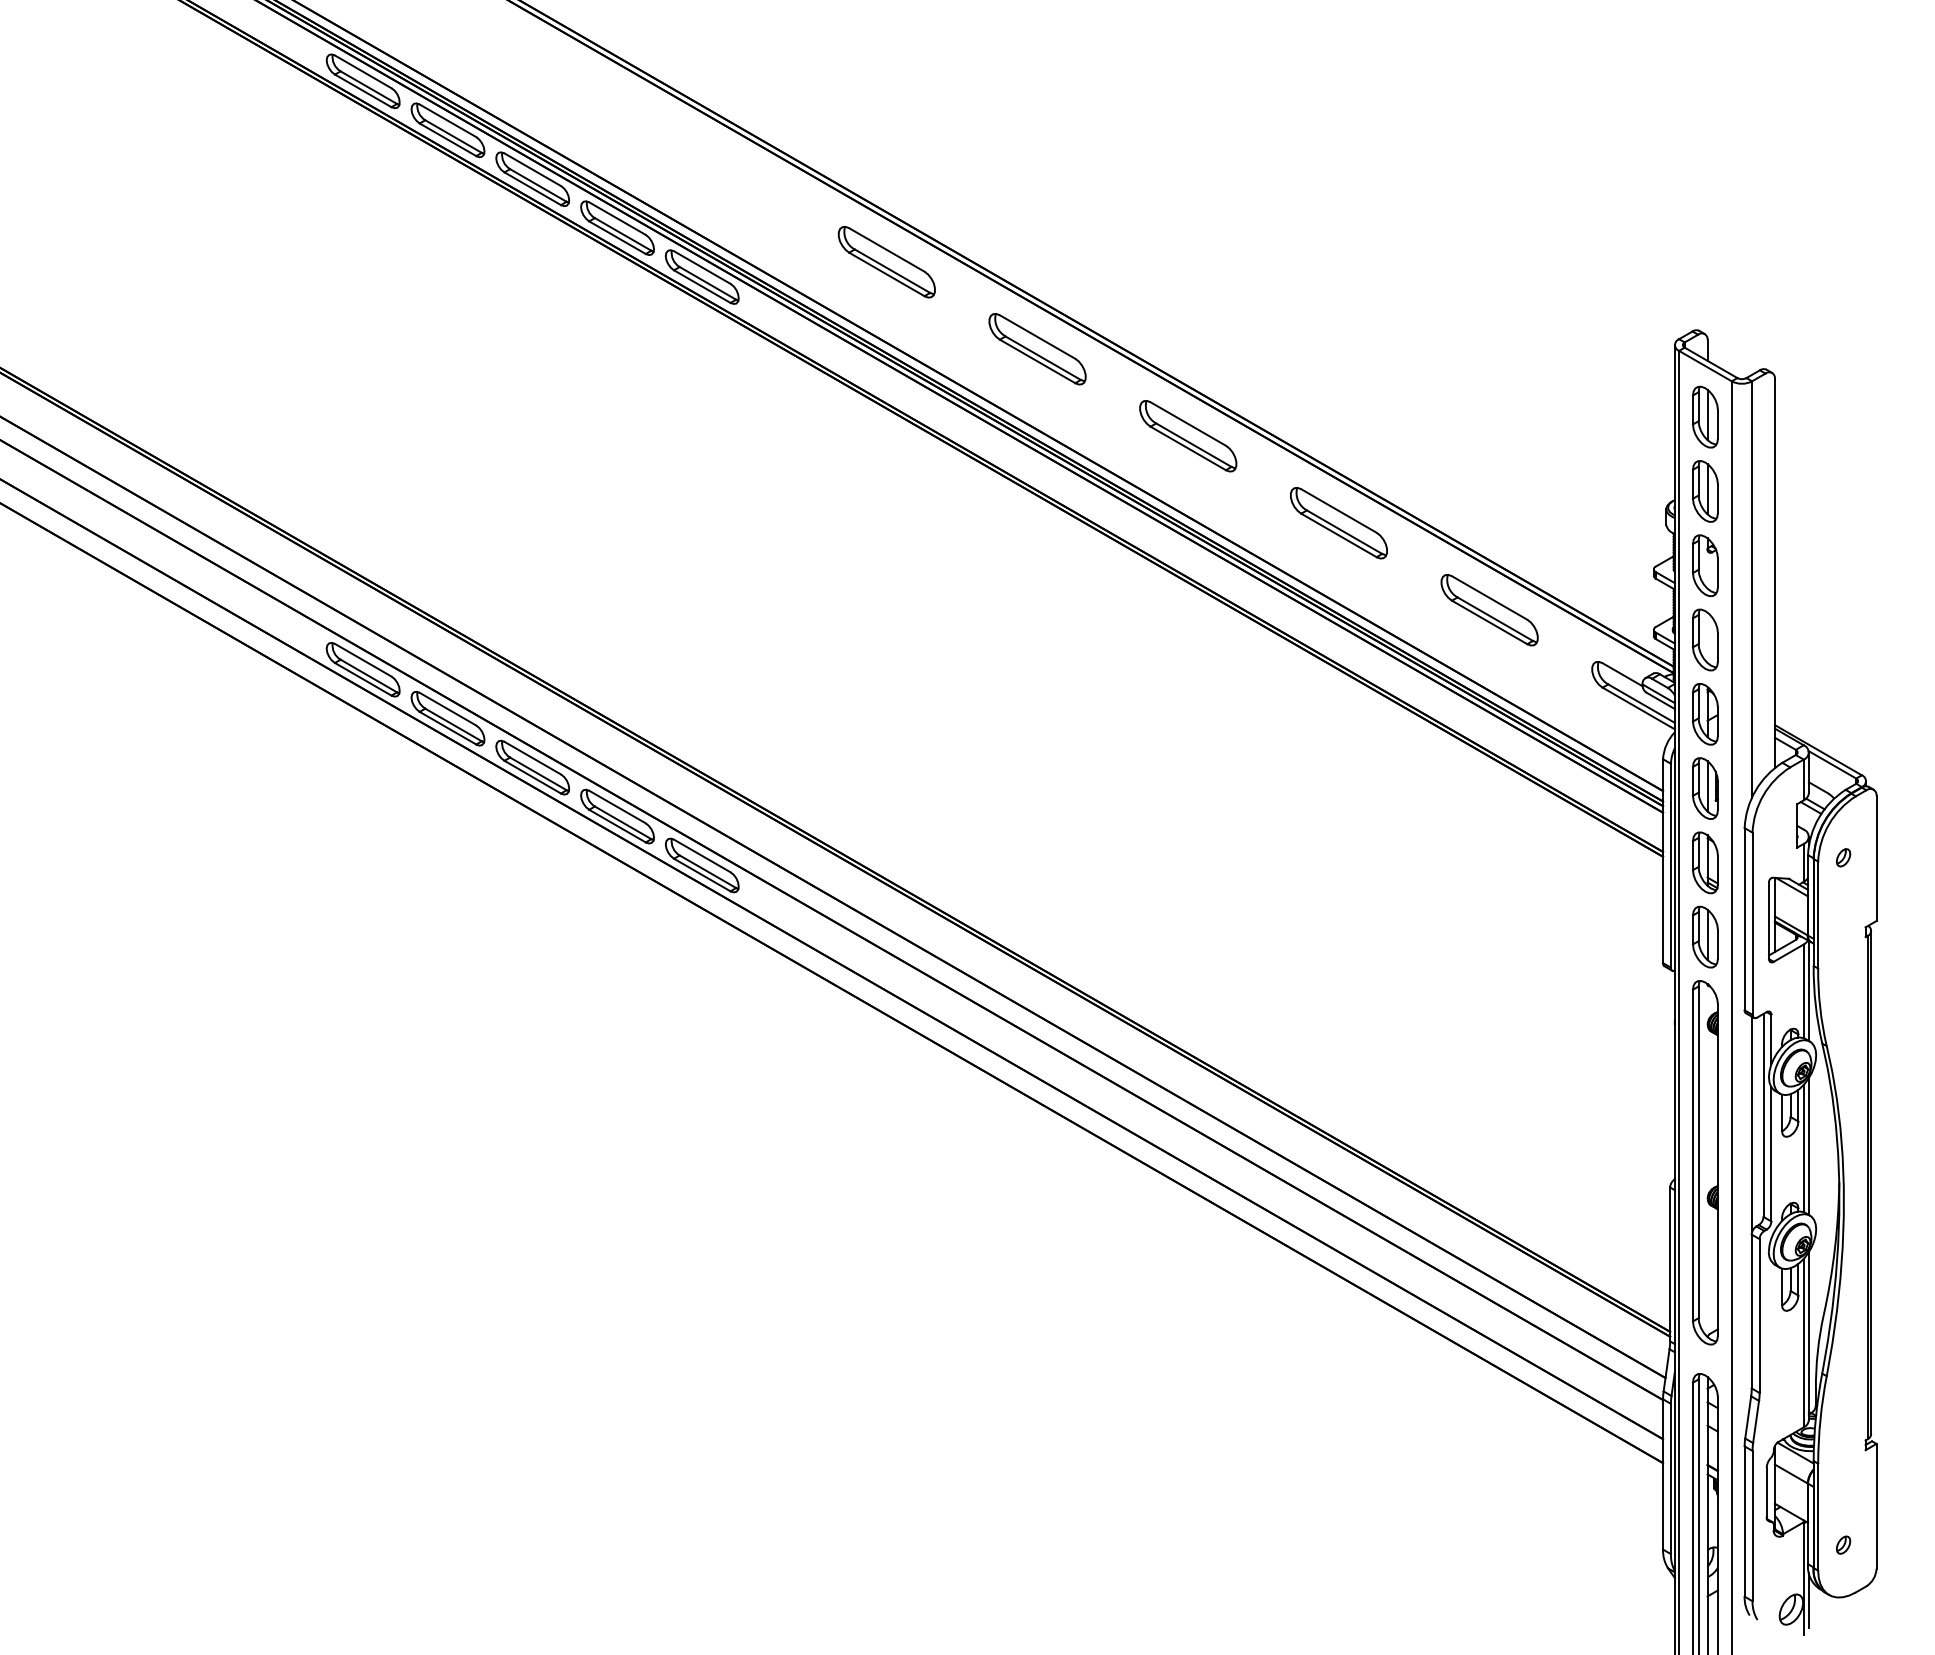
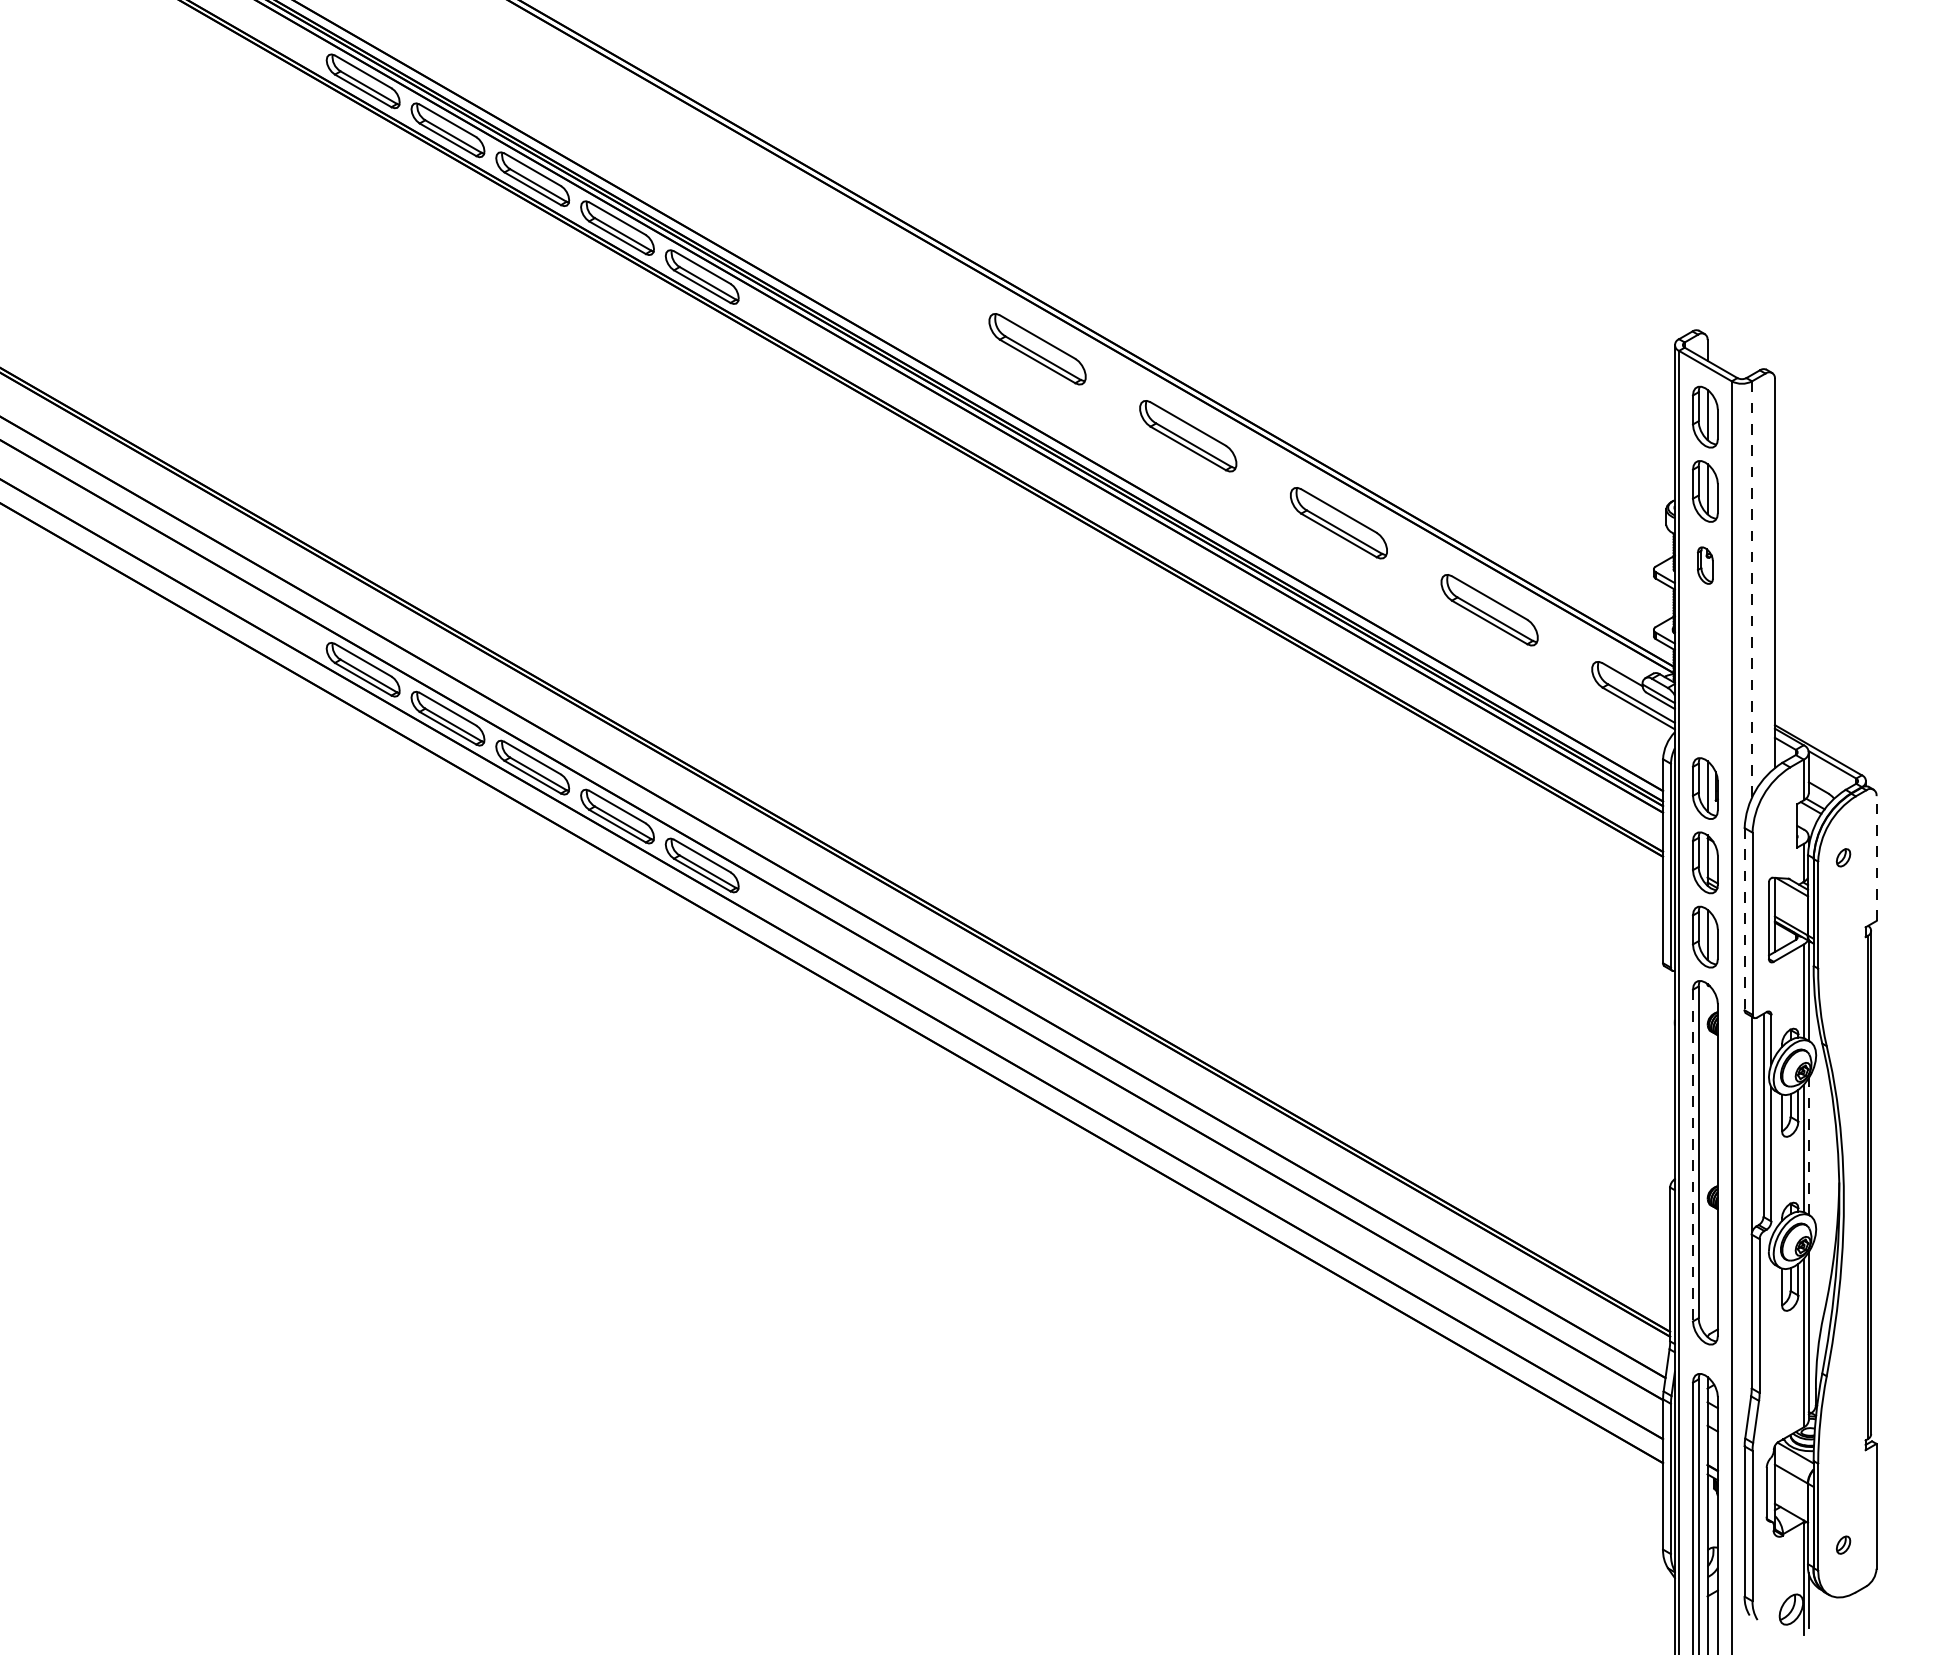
part at (886, 262): present -> none
part at (1705, 565) size: 27x63 px -> 17x39 px
line at (1752, 590): solid -> dashed
part at (1705, 639): present -> none
part at (1705, 714): present -> none
line at (1876, 858): solid -> dashed
line at (1744, 919): solid -> dashed
line at (1808, 1146): solid -> dashed
line at (1693, 1155): solid -> dashed
